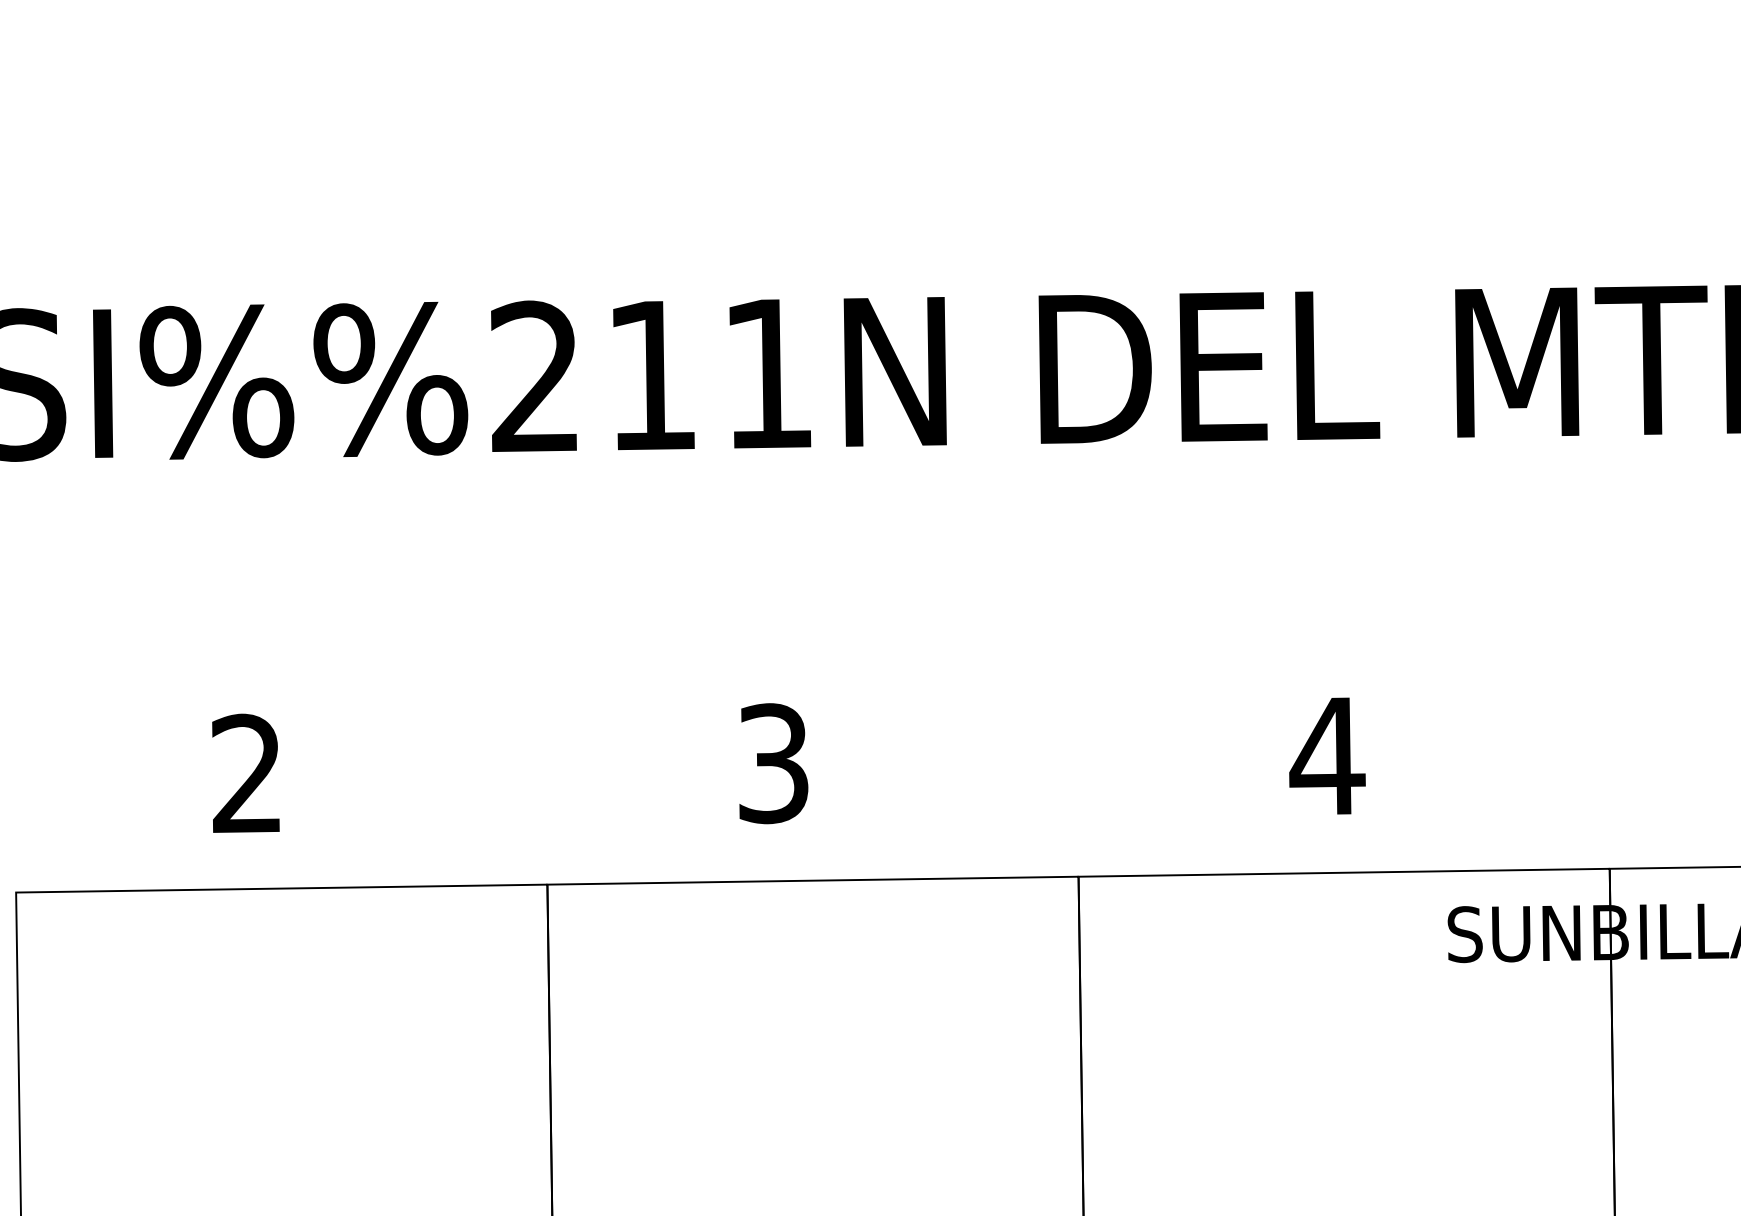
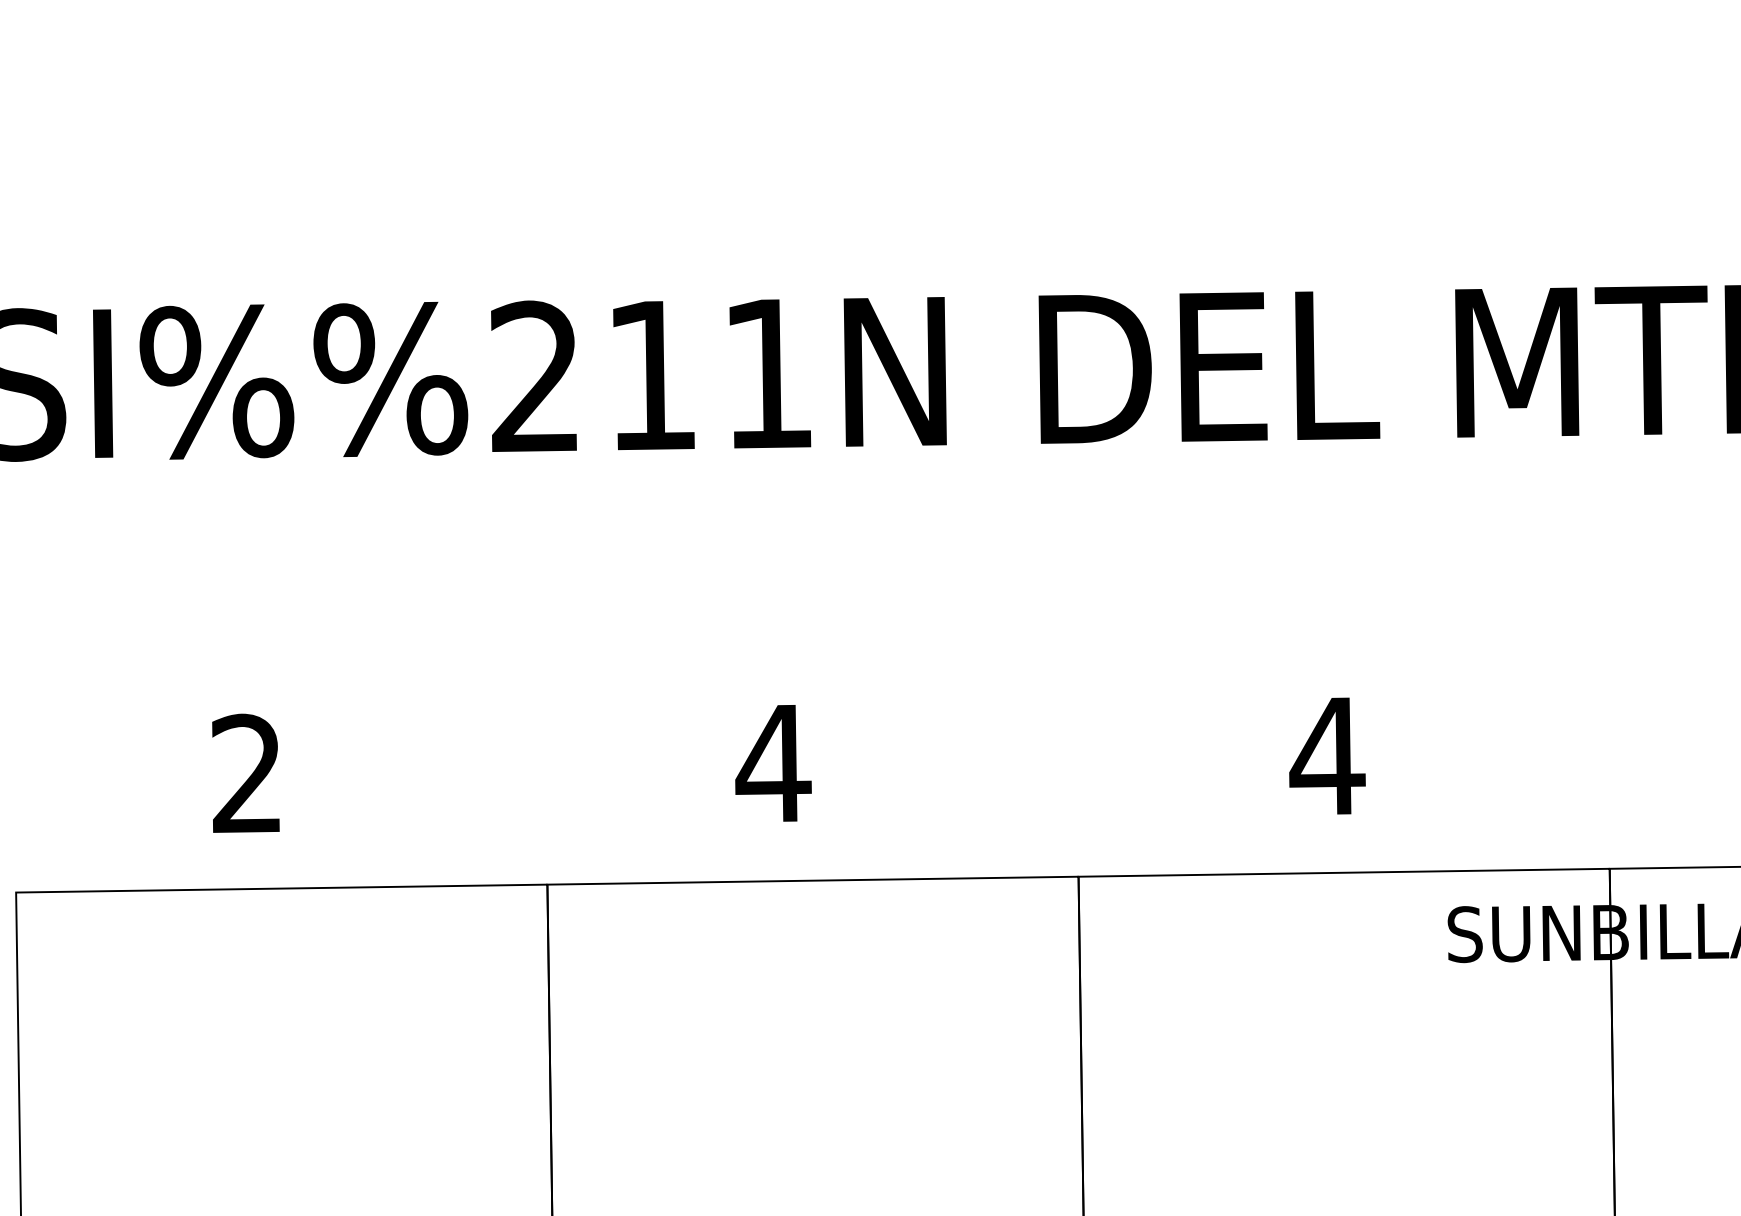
text at (773, 763): 3 -> 4
